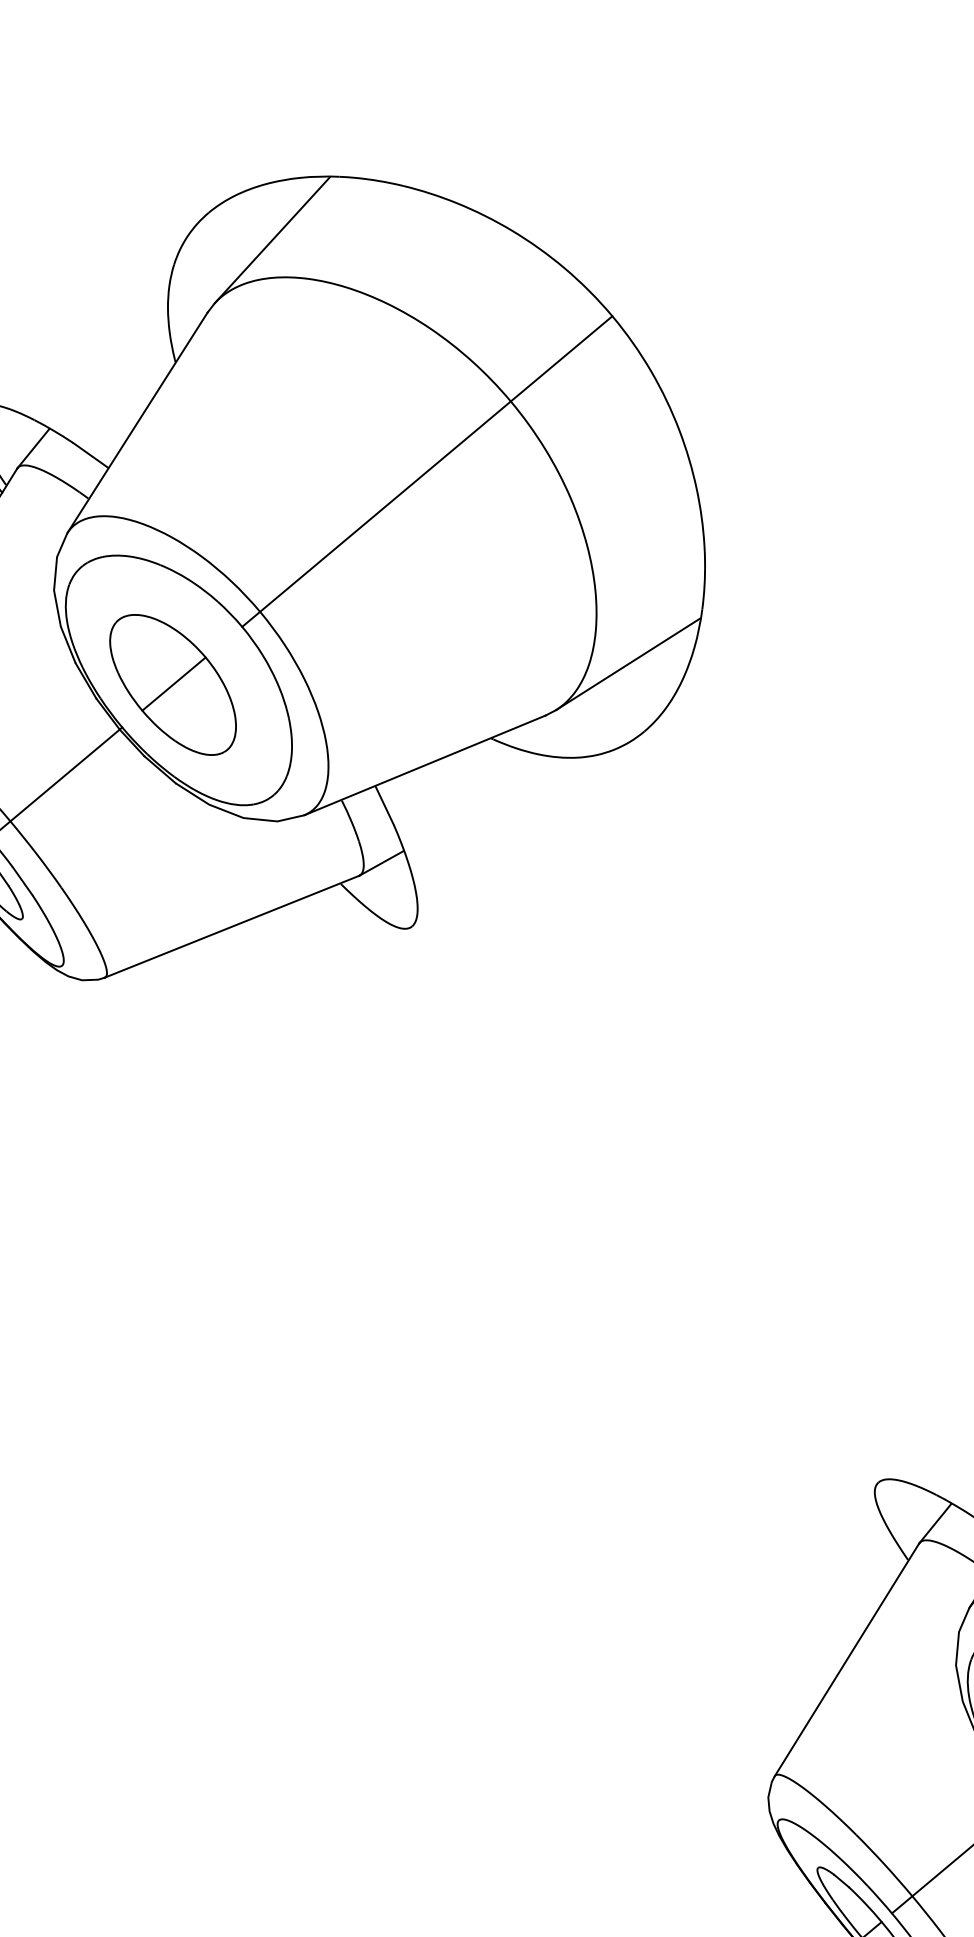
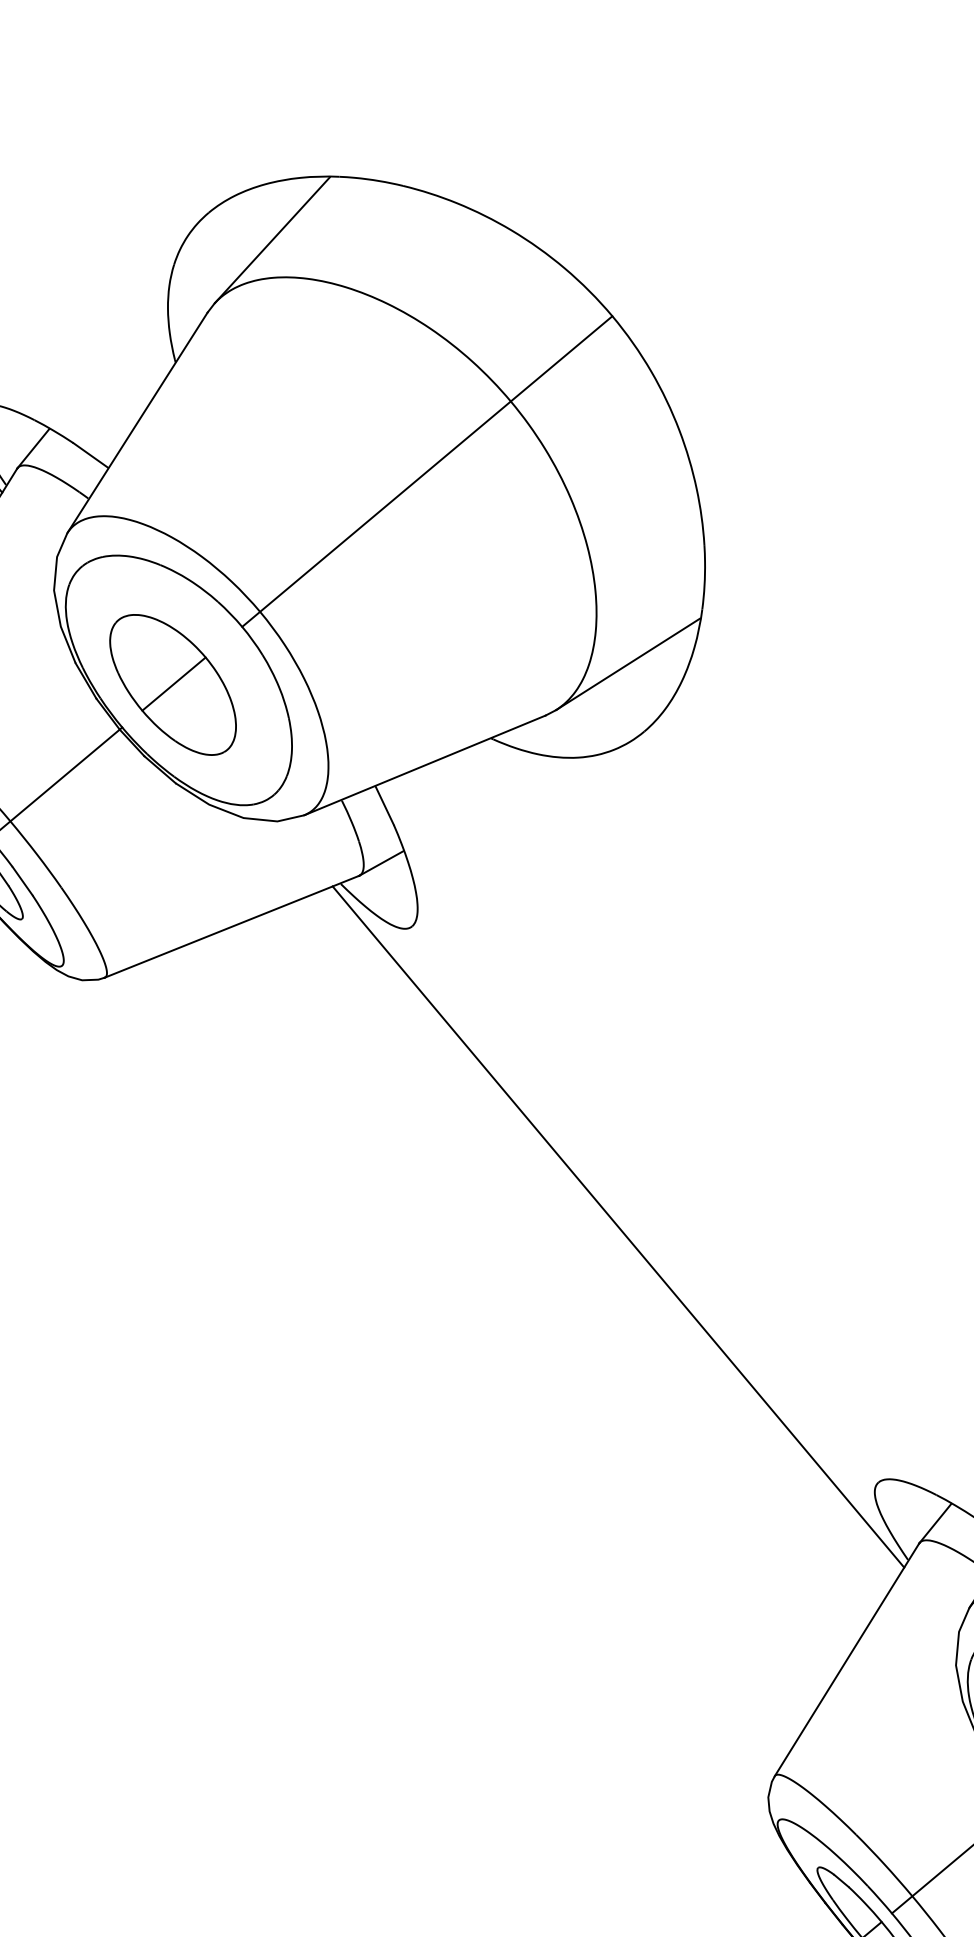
line at (618, 1226): none -> present
